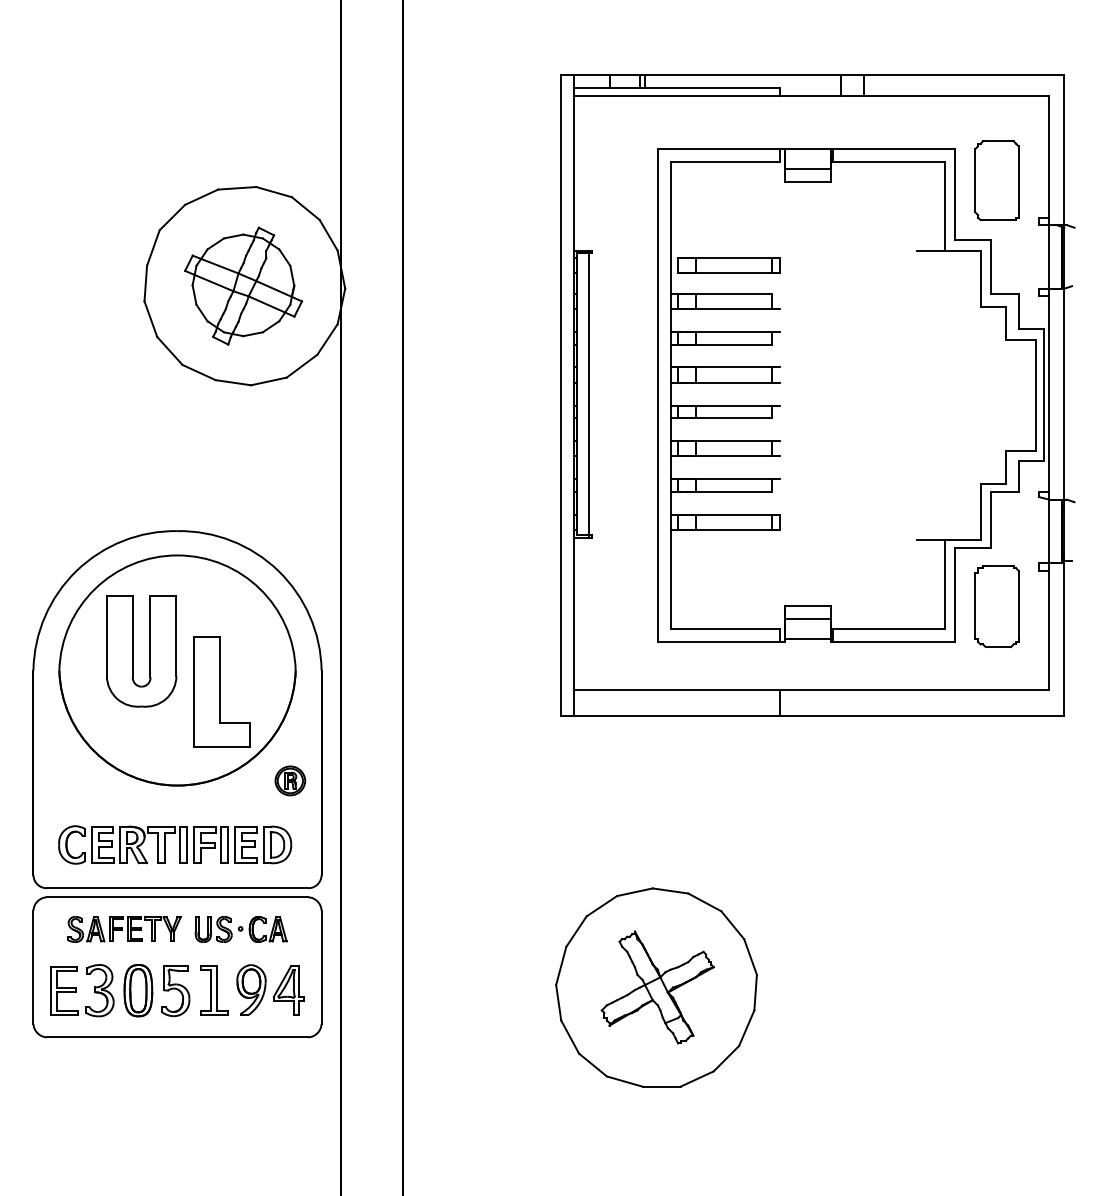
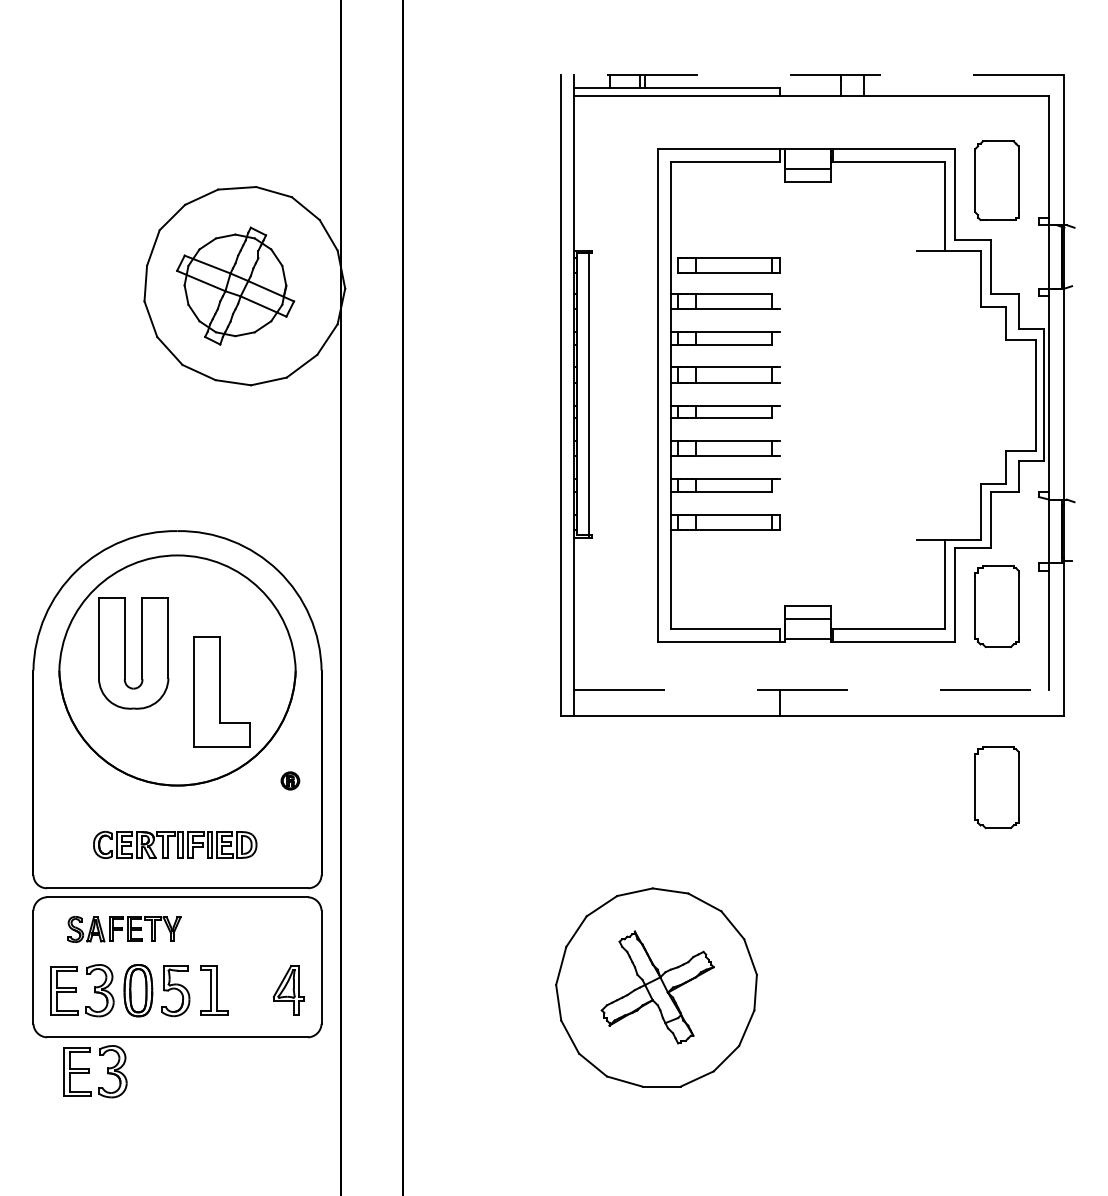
line at (812, 75): solid -> dashed
part at (243, 285) position: (243, 285) -> (235, 285)
part at (133, 651) position: (133, 651) -> (125, 653)
line at (811, 690): solid -> dashed
part at (290, 780) size: 33x32 px -> 21x20 px
part at (996, 787): none -> present
part at (175, 844) size: 235x40 px -> 165x28 px
part at (240, 928): present -> none
part at (251, 989): present -> none
part at (95, 1071): none -> present
